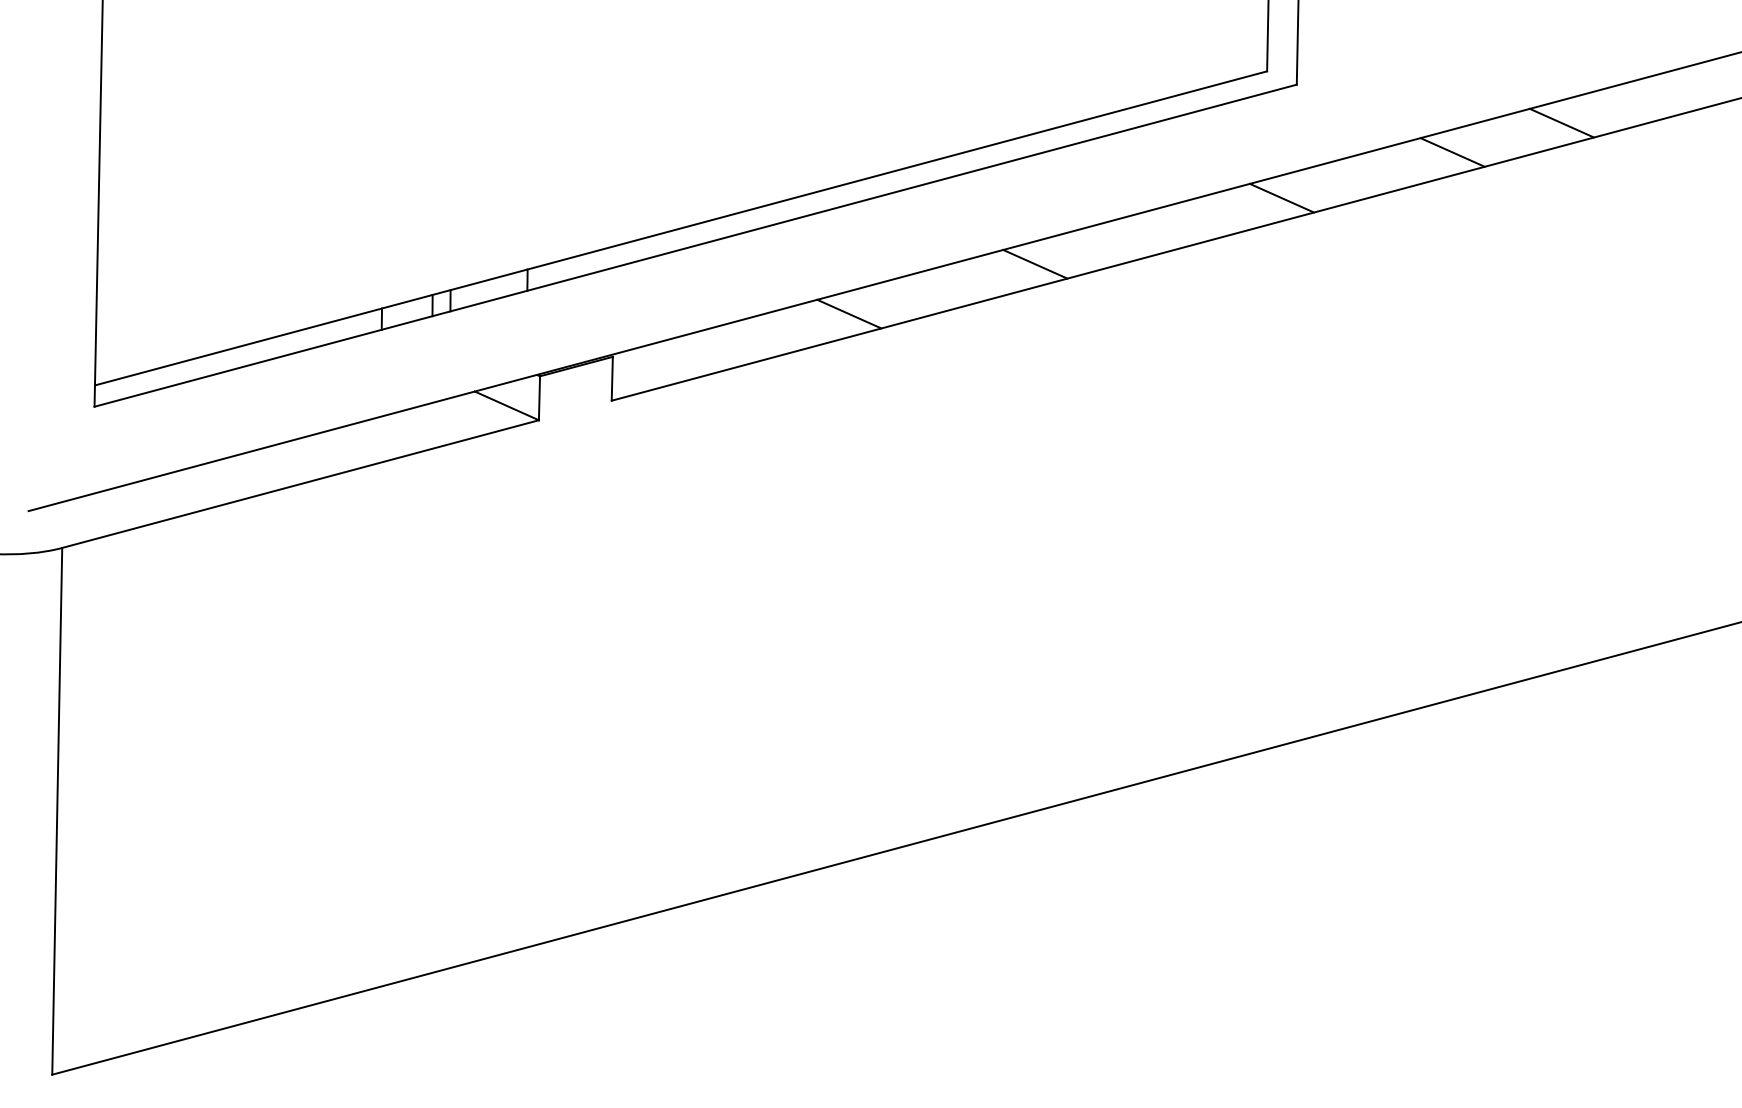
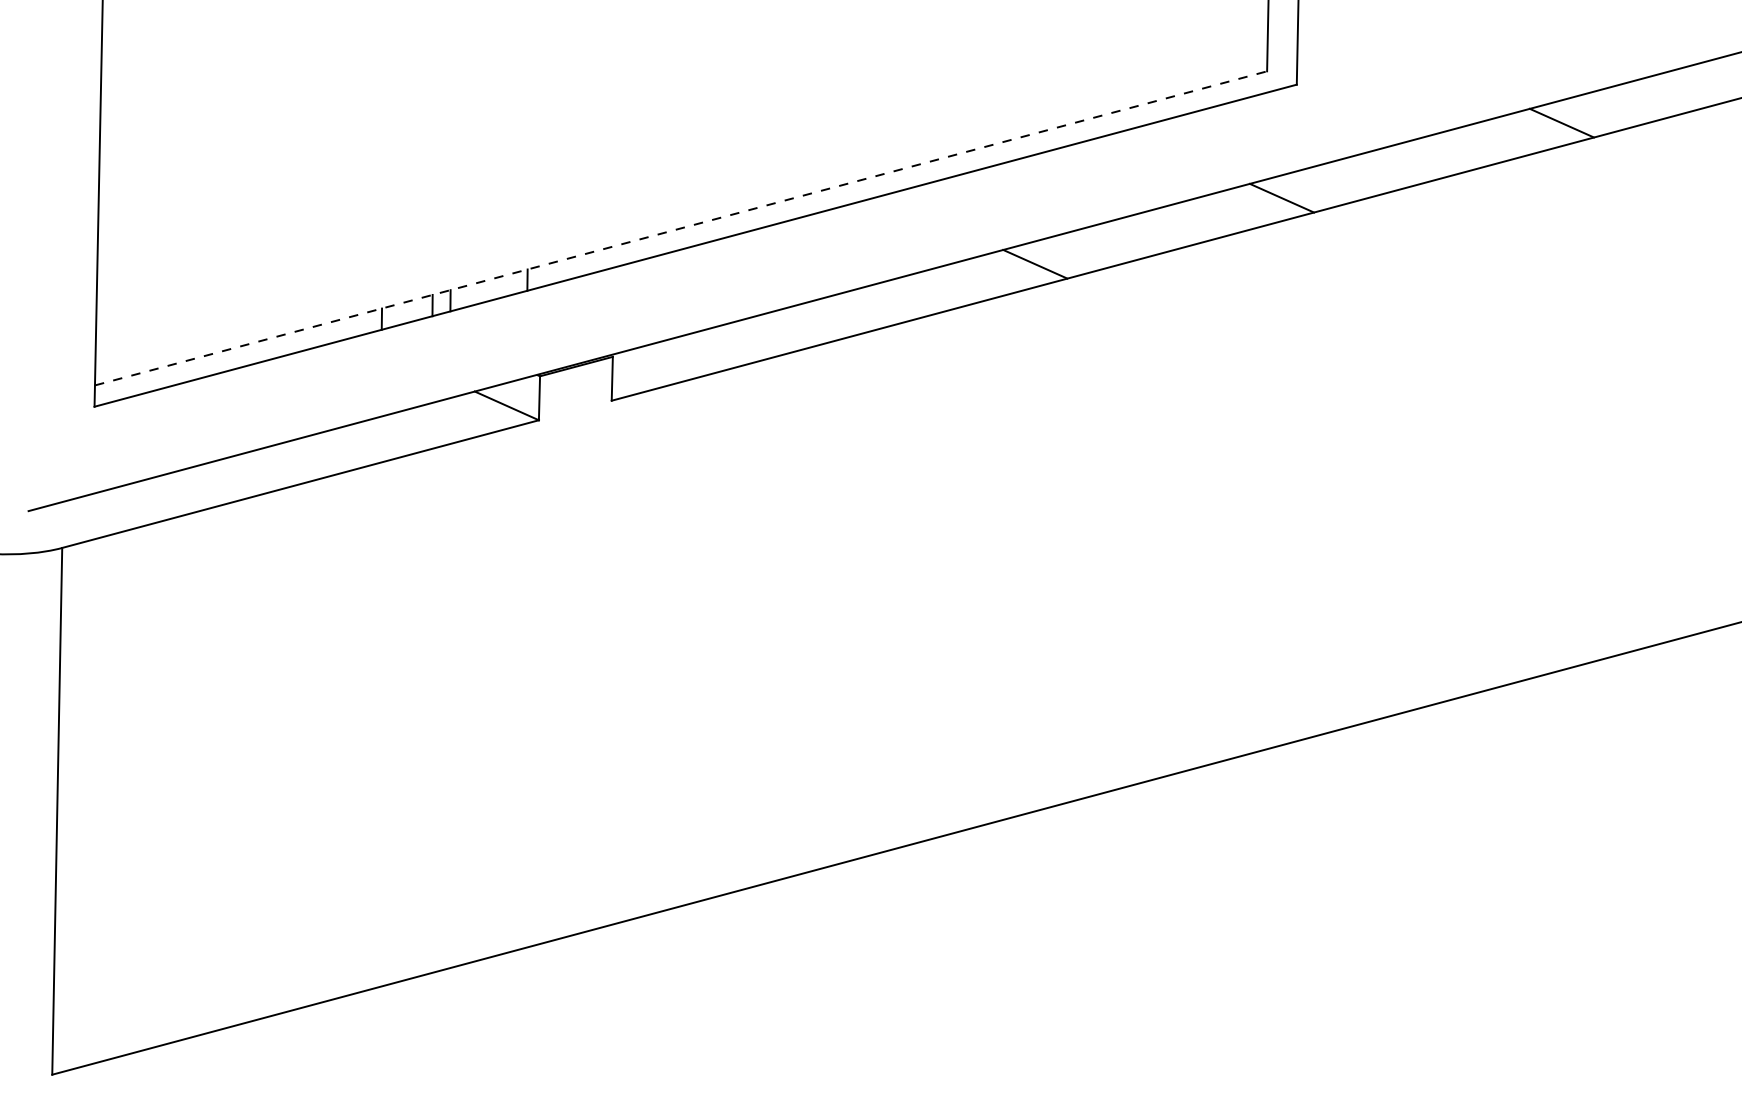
line at (1452, 152): present -> none
line at (681, 228): solid -> dashed
line at (849, 313): present -> none
